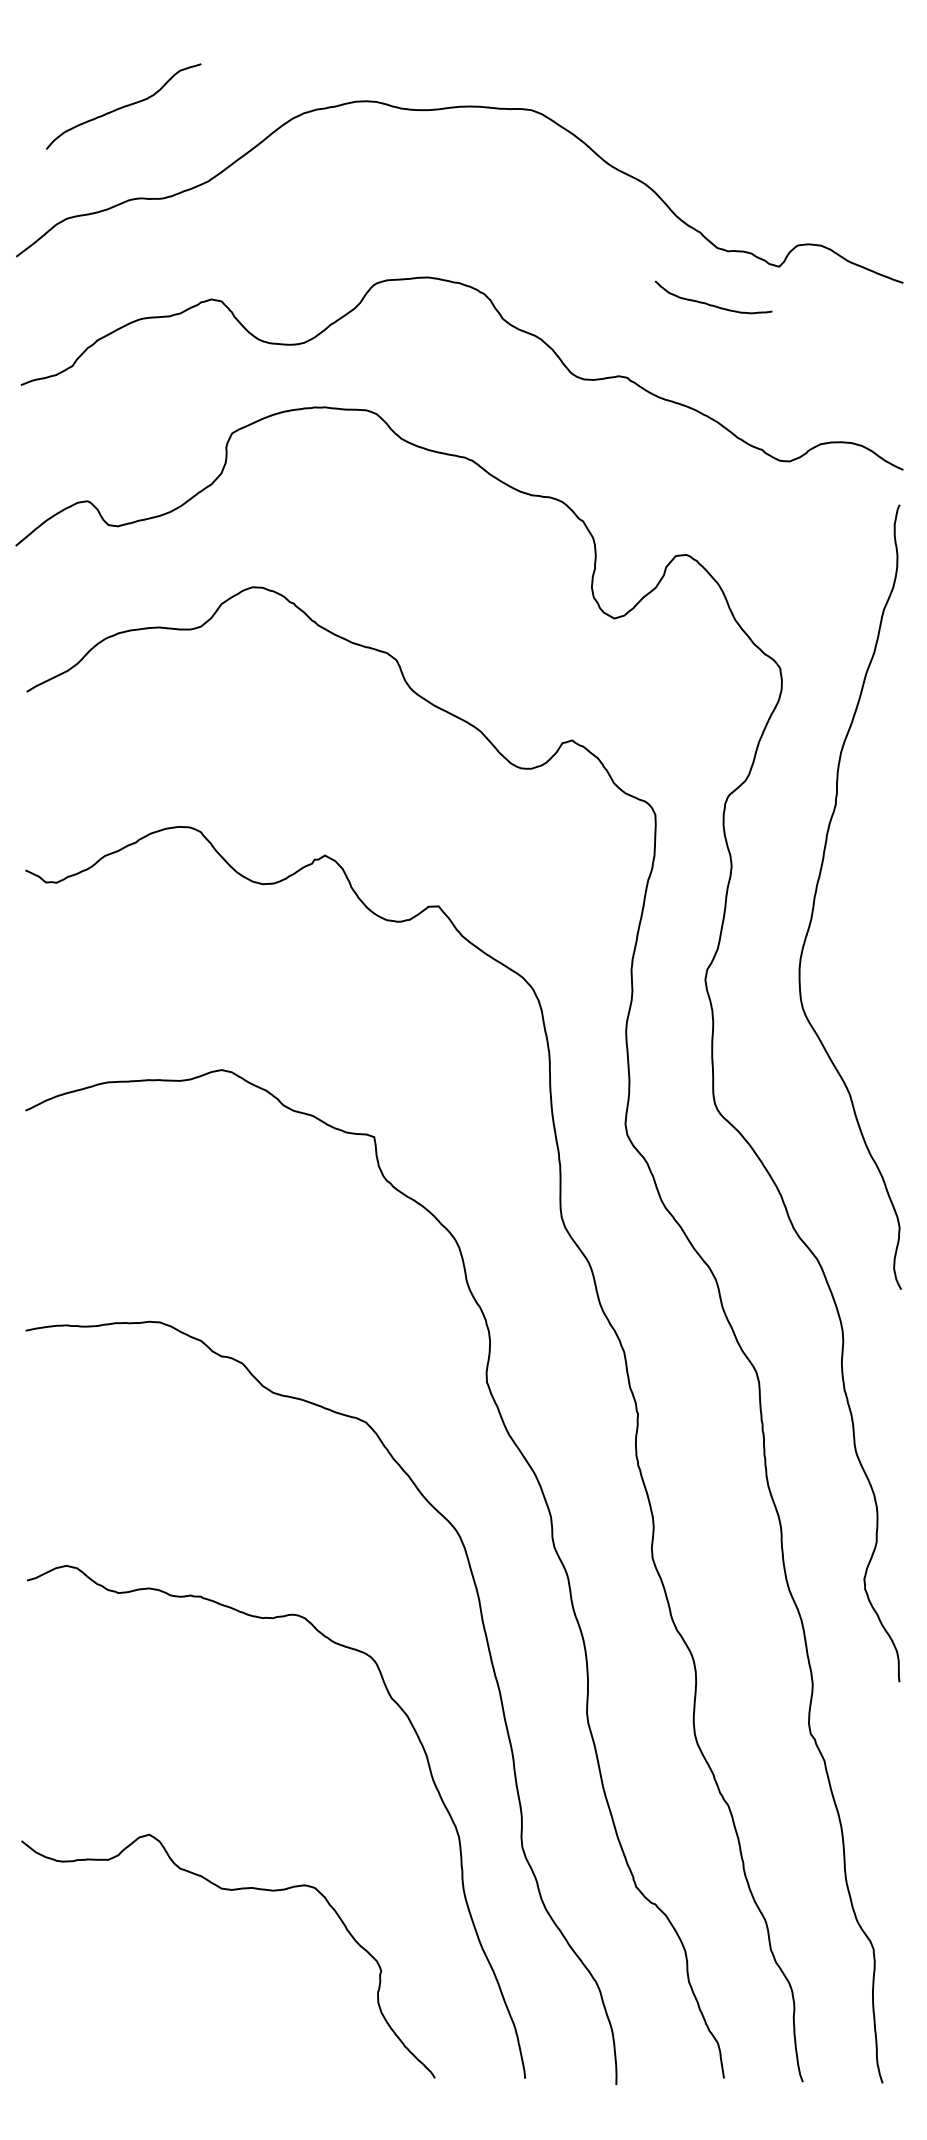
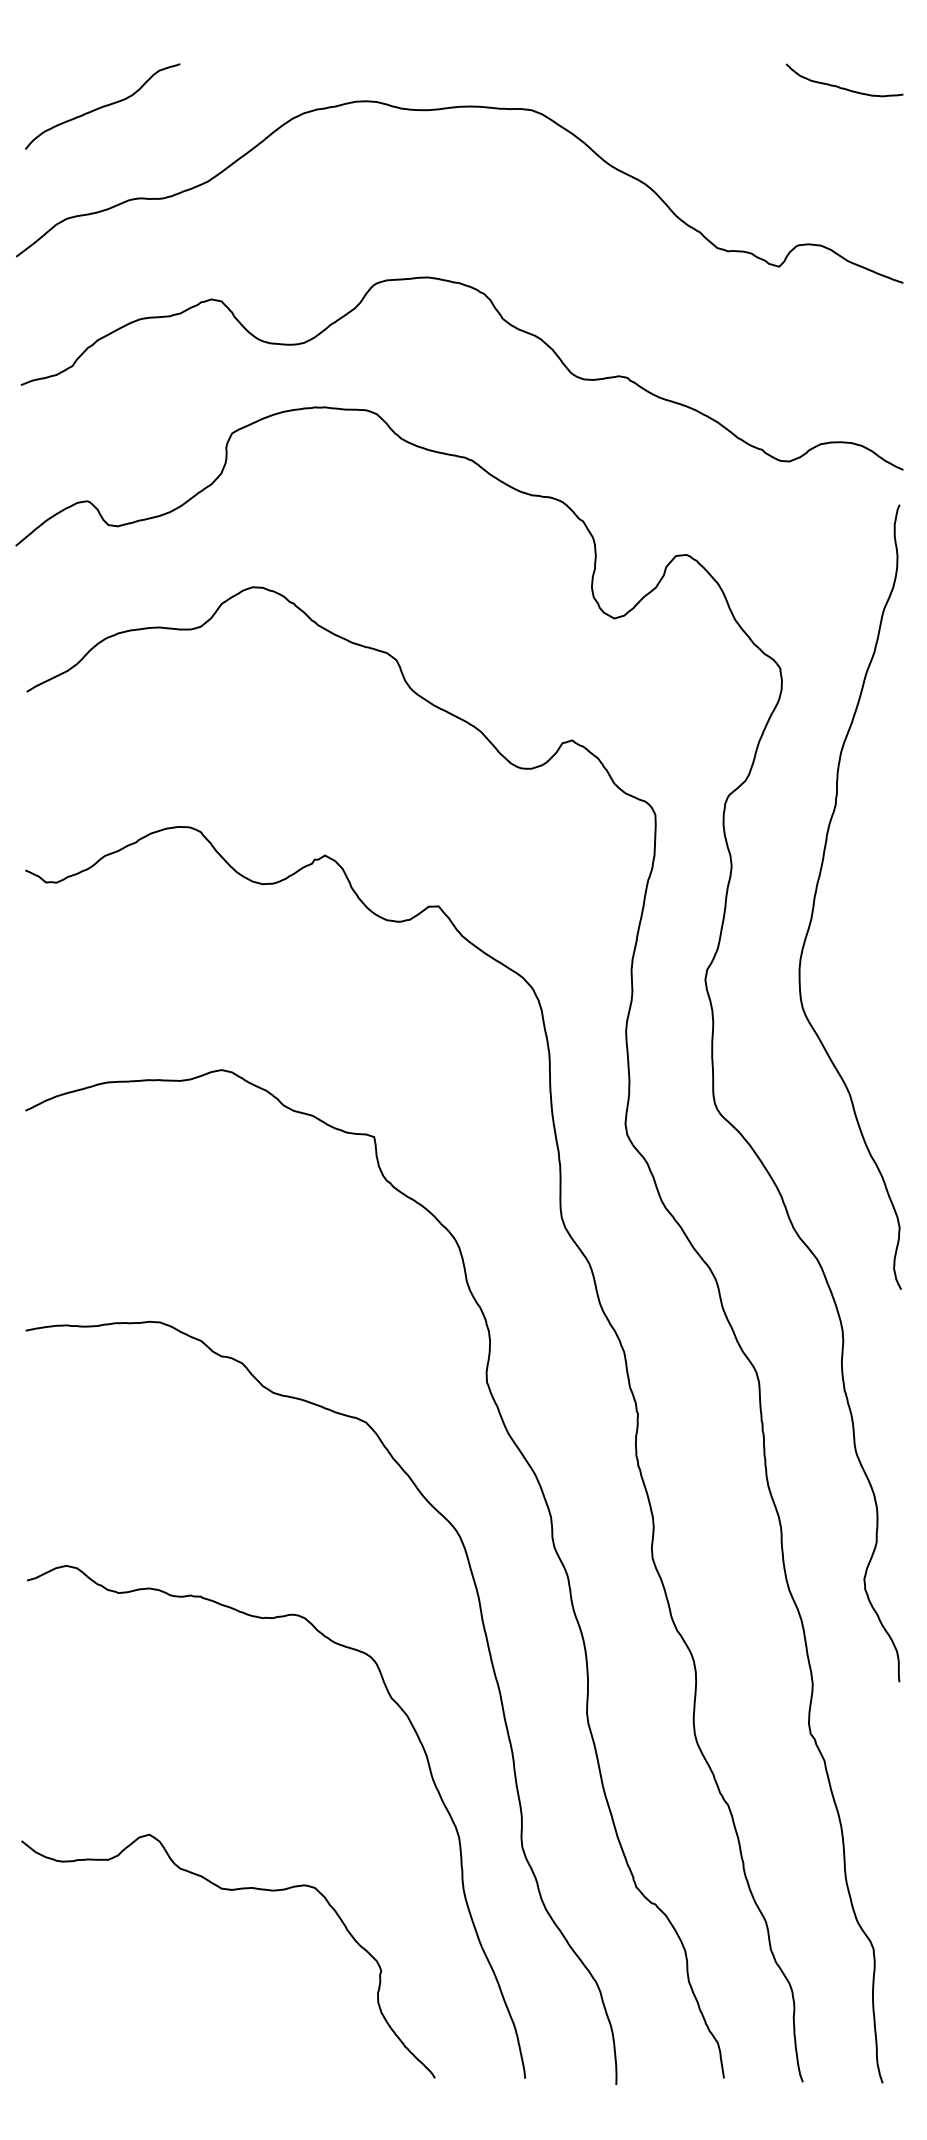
curve at (123, 106) position: (123, 106) -> (102, 106)
curve at (713, 304) position: (713, 304) -> (844, 87)
